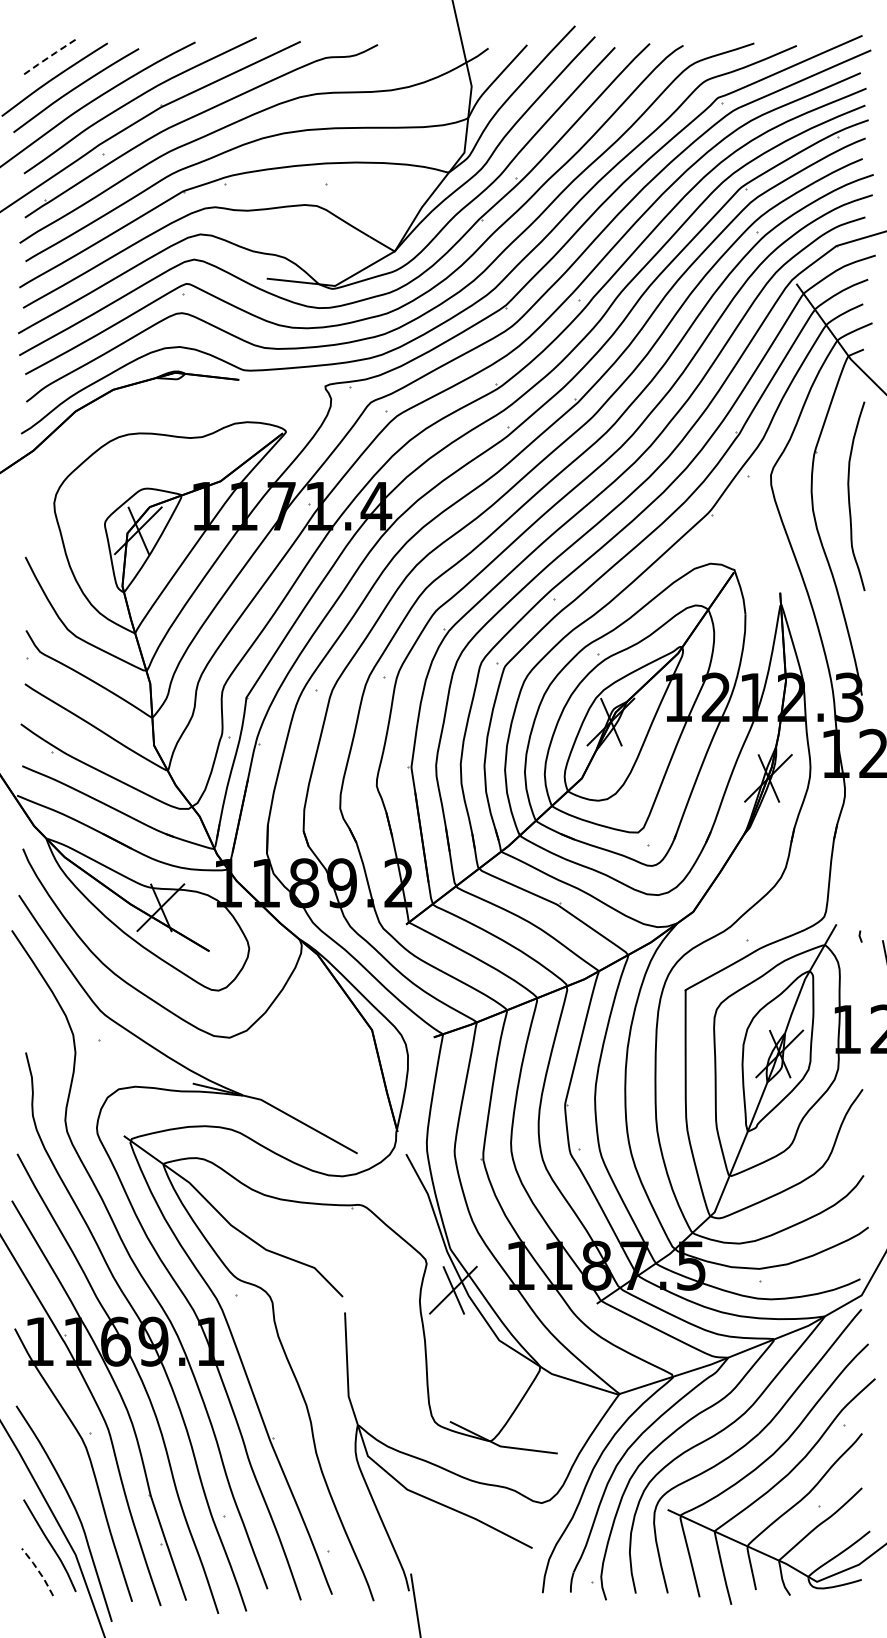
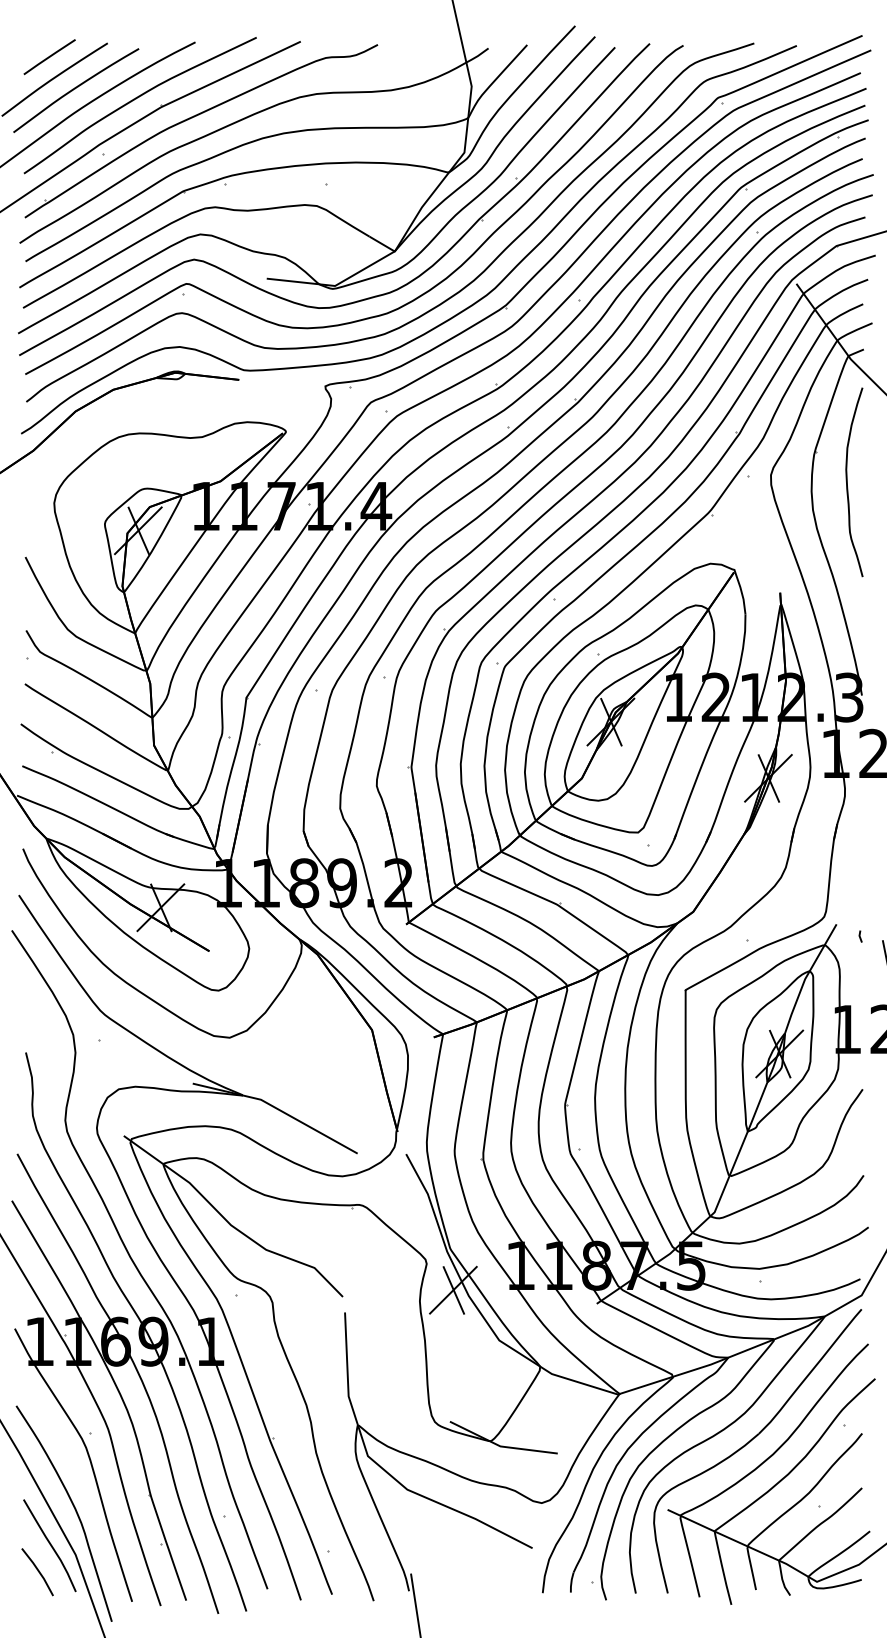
line at (49, 57): dashed -> solid
curve at (849, 496) position: (849, 496) -> (847, 482)
line at (38, 1570): dashed -> solid
